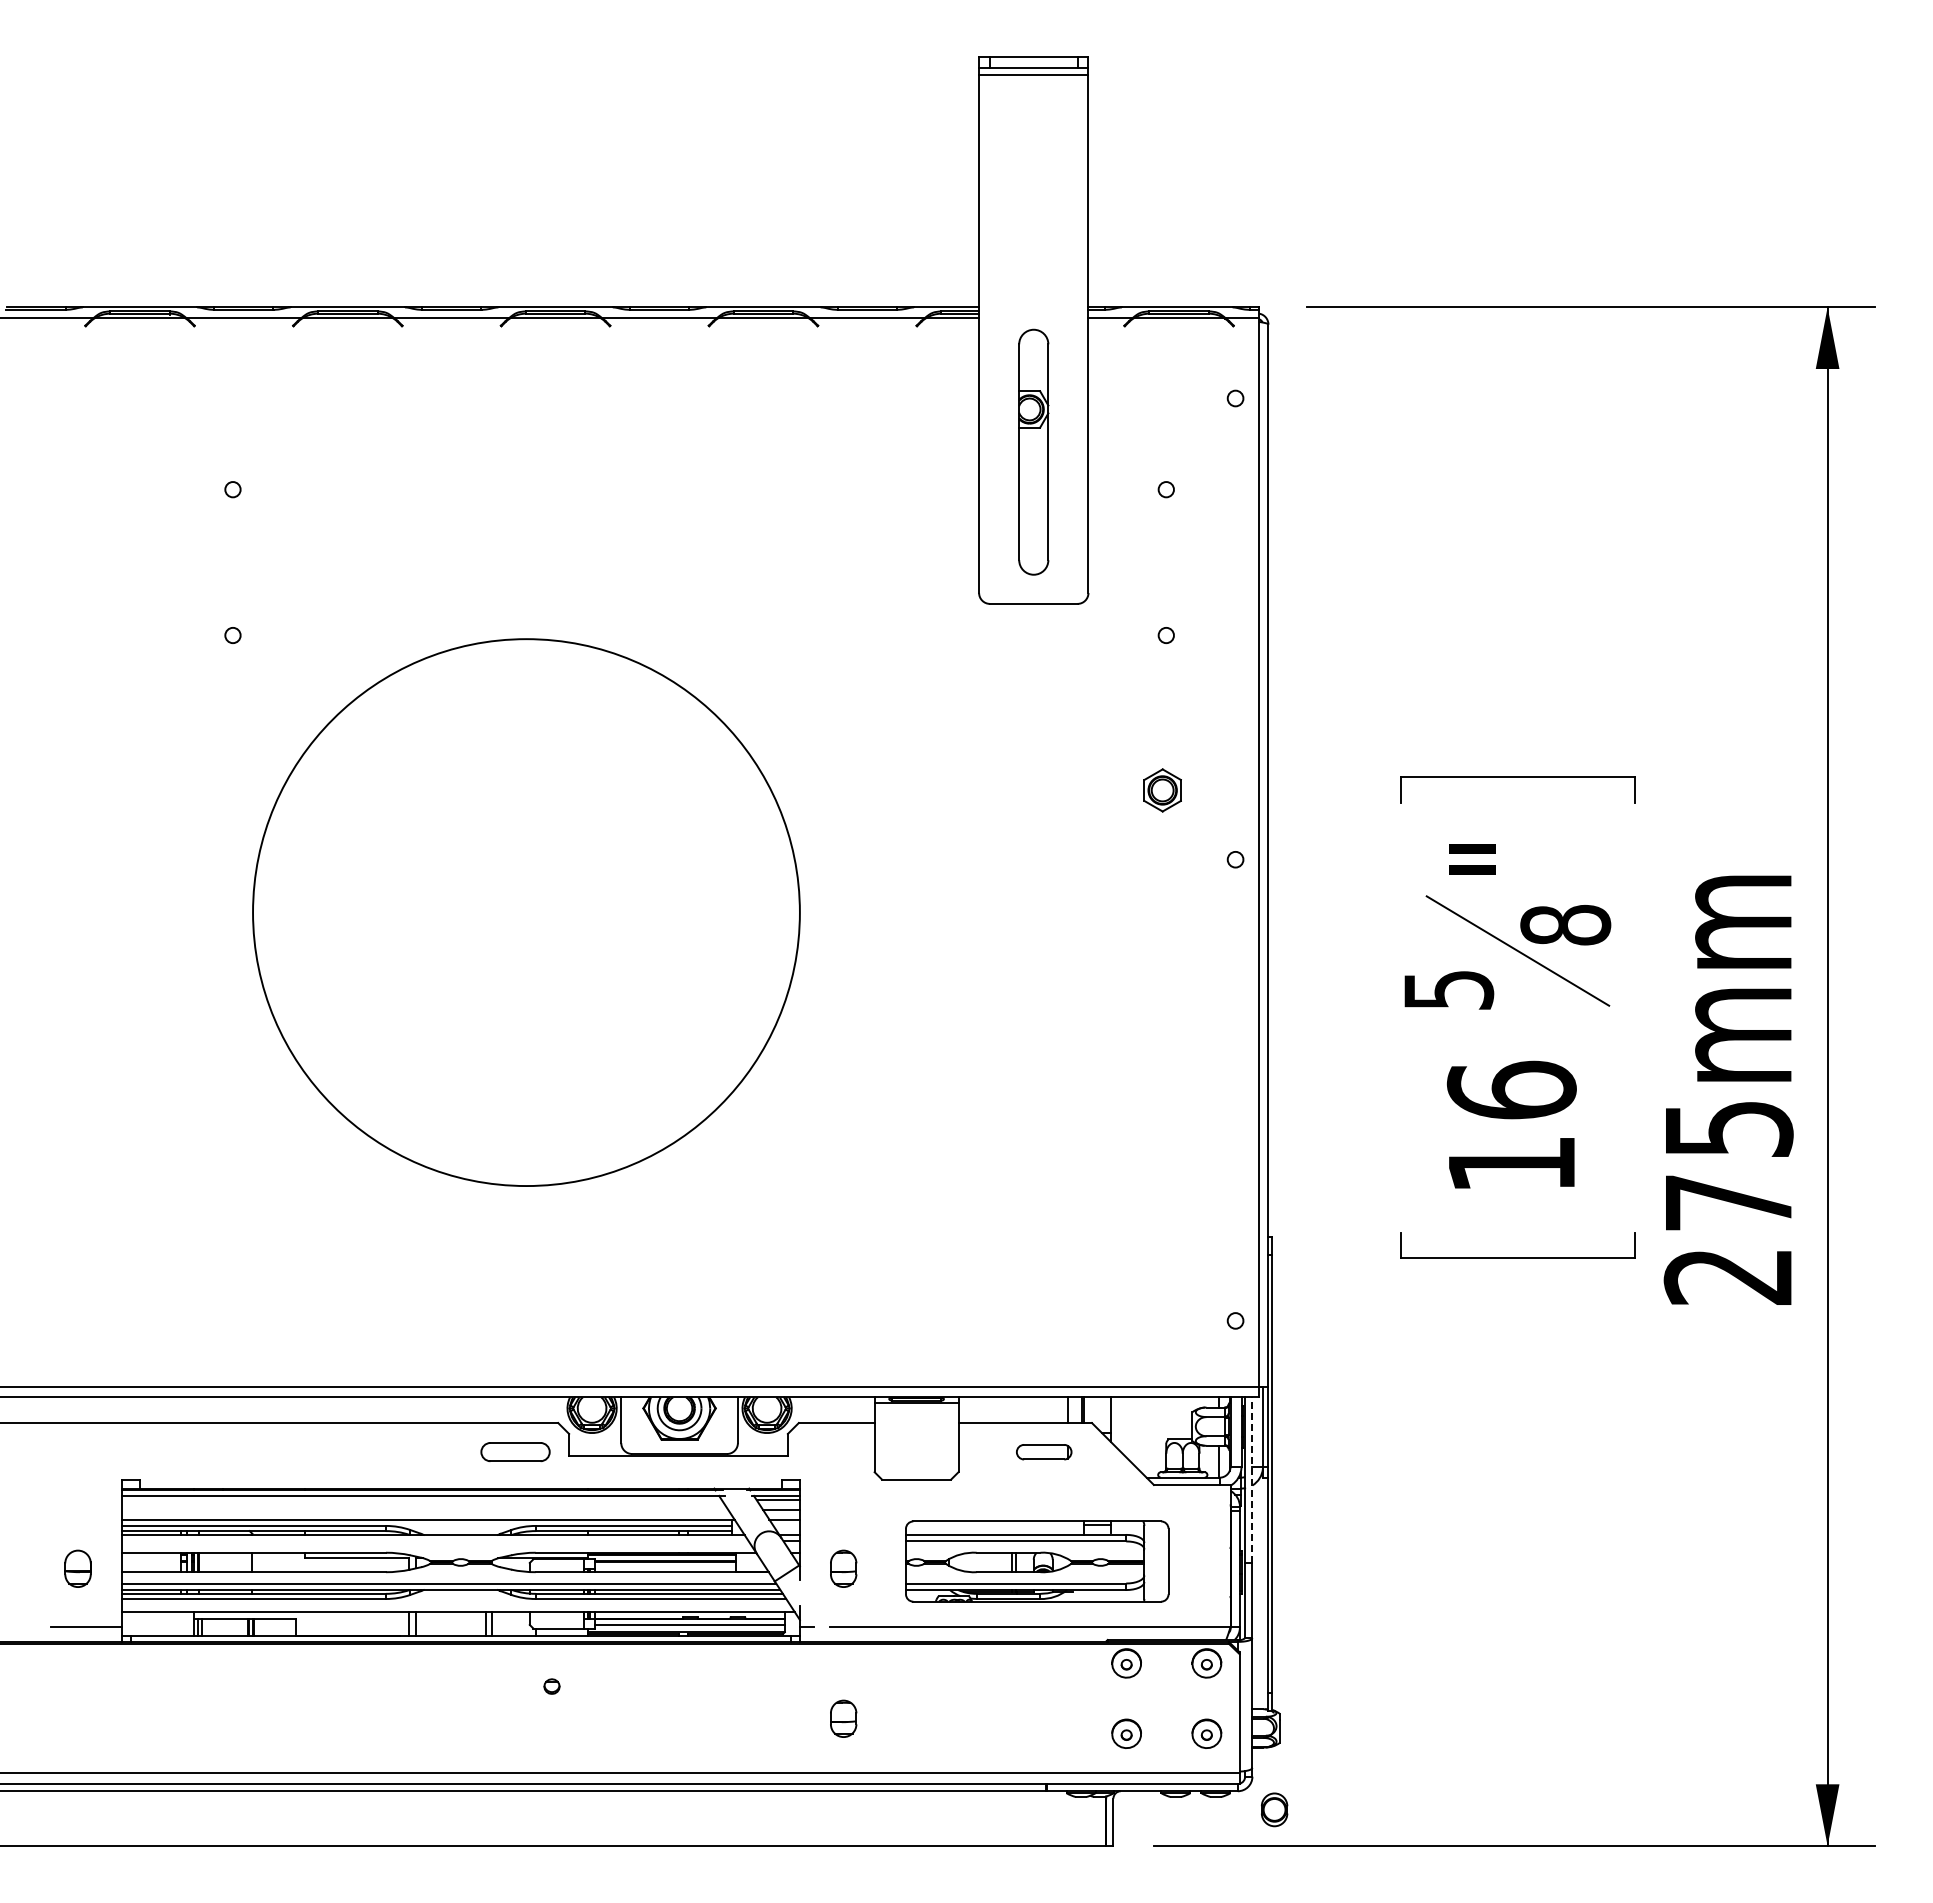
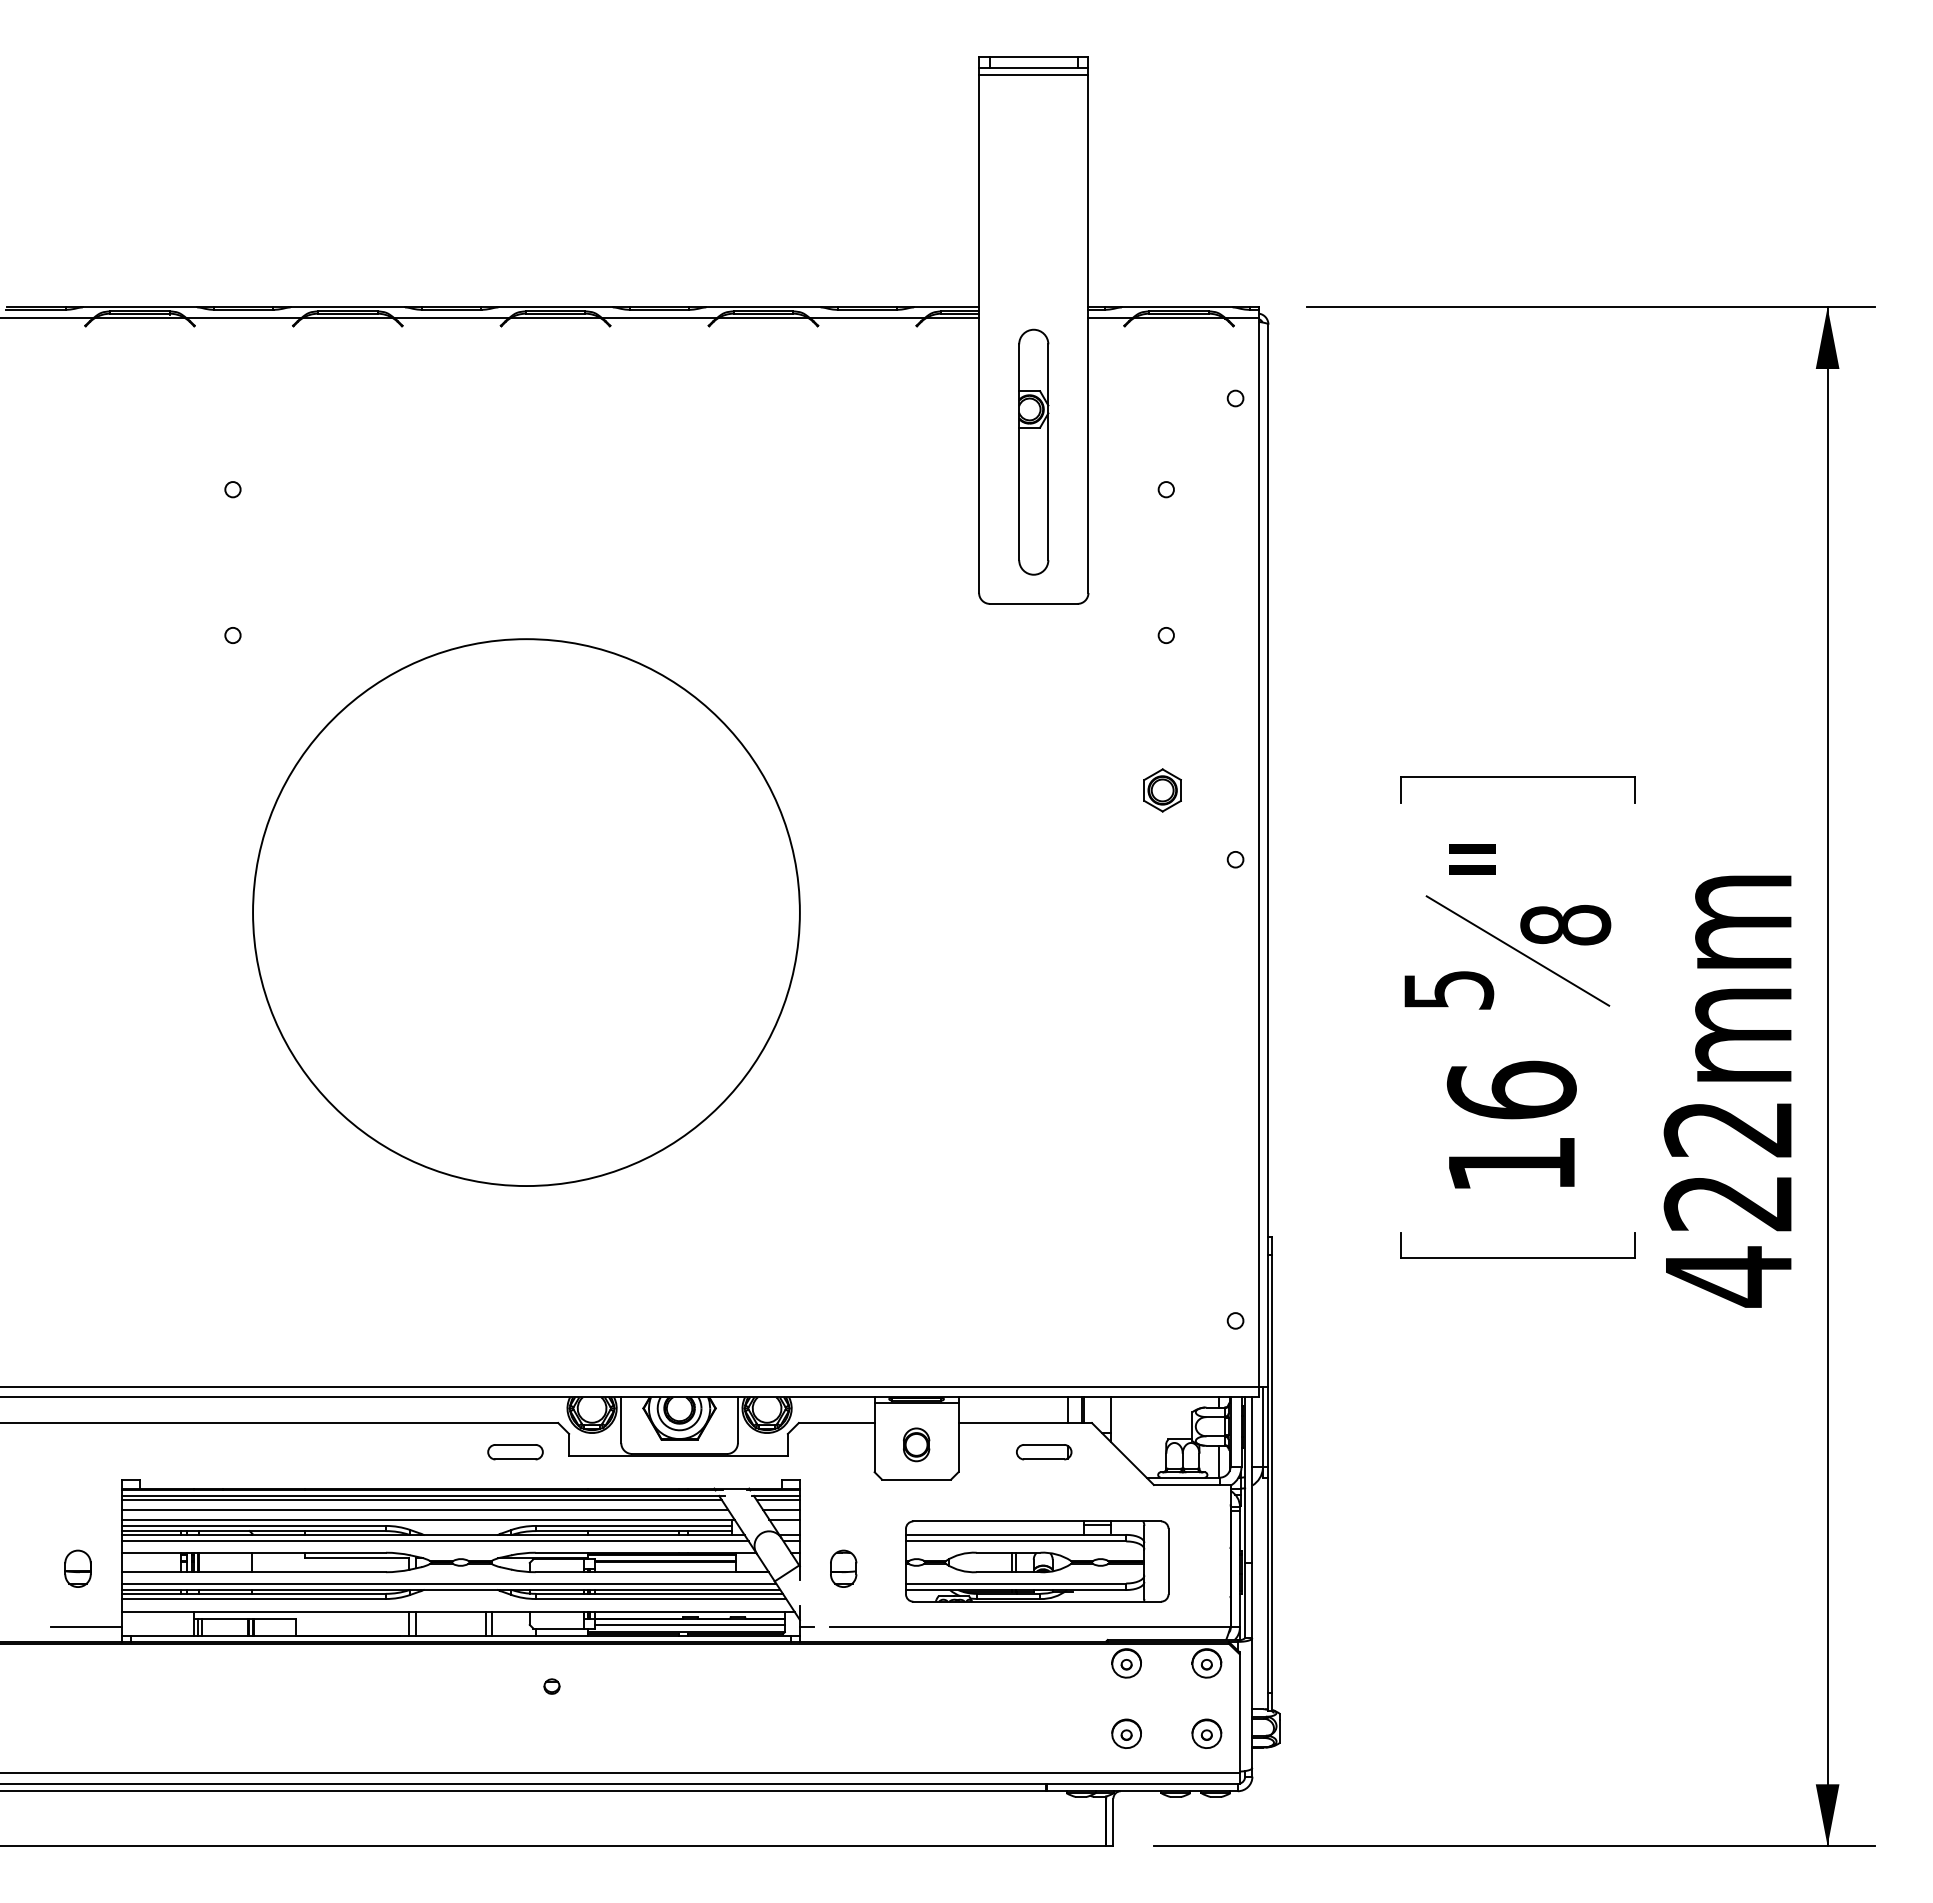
text at (1728, 1204): 275mm -> 422mm
part at (515, 1452) size: 71x21 px -> 57x17 px
line at (1252, 1480): dashed -> solid
line at (421, 1500): none -> present
line at (424, 1509): none -> present
line at (434, 1541): none -> present
part at (843, 1718): present -> none
part at (1274, 1809) position: (1274, 1809) -> (916, 1444)
